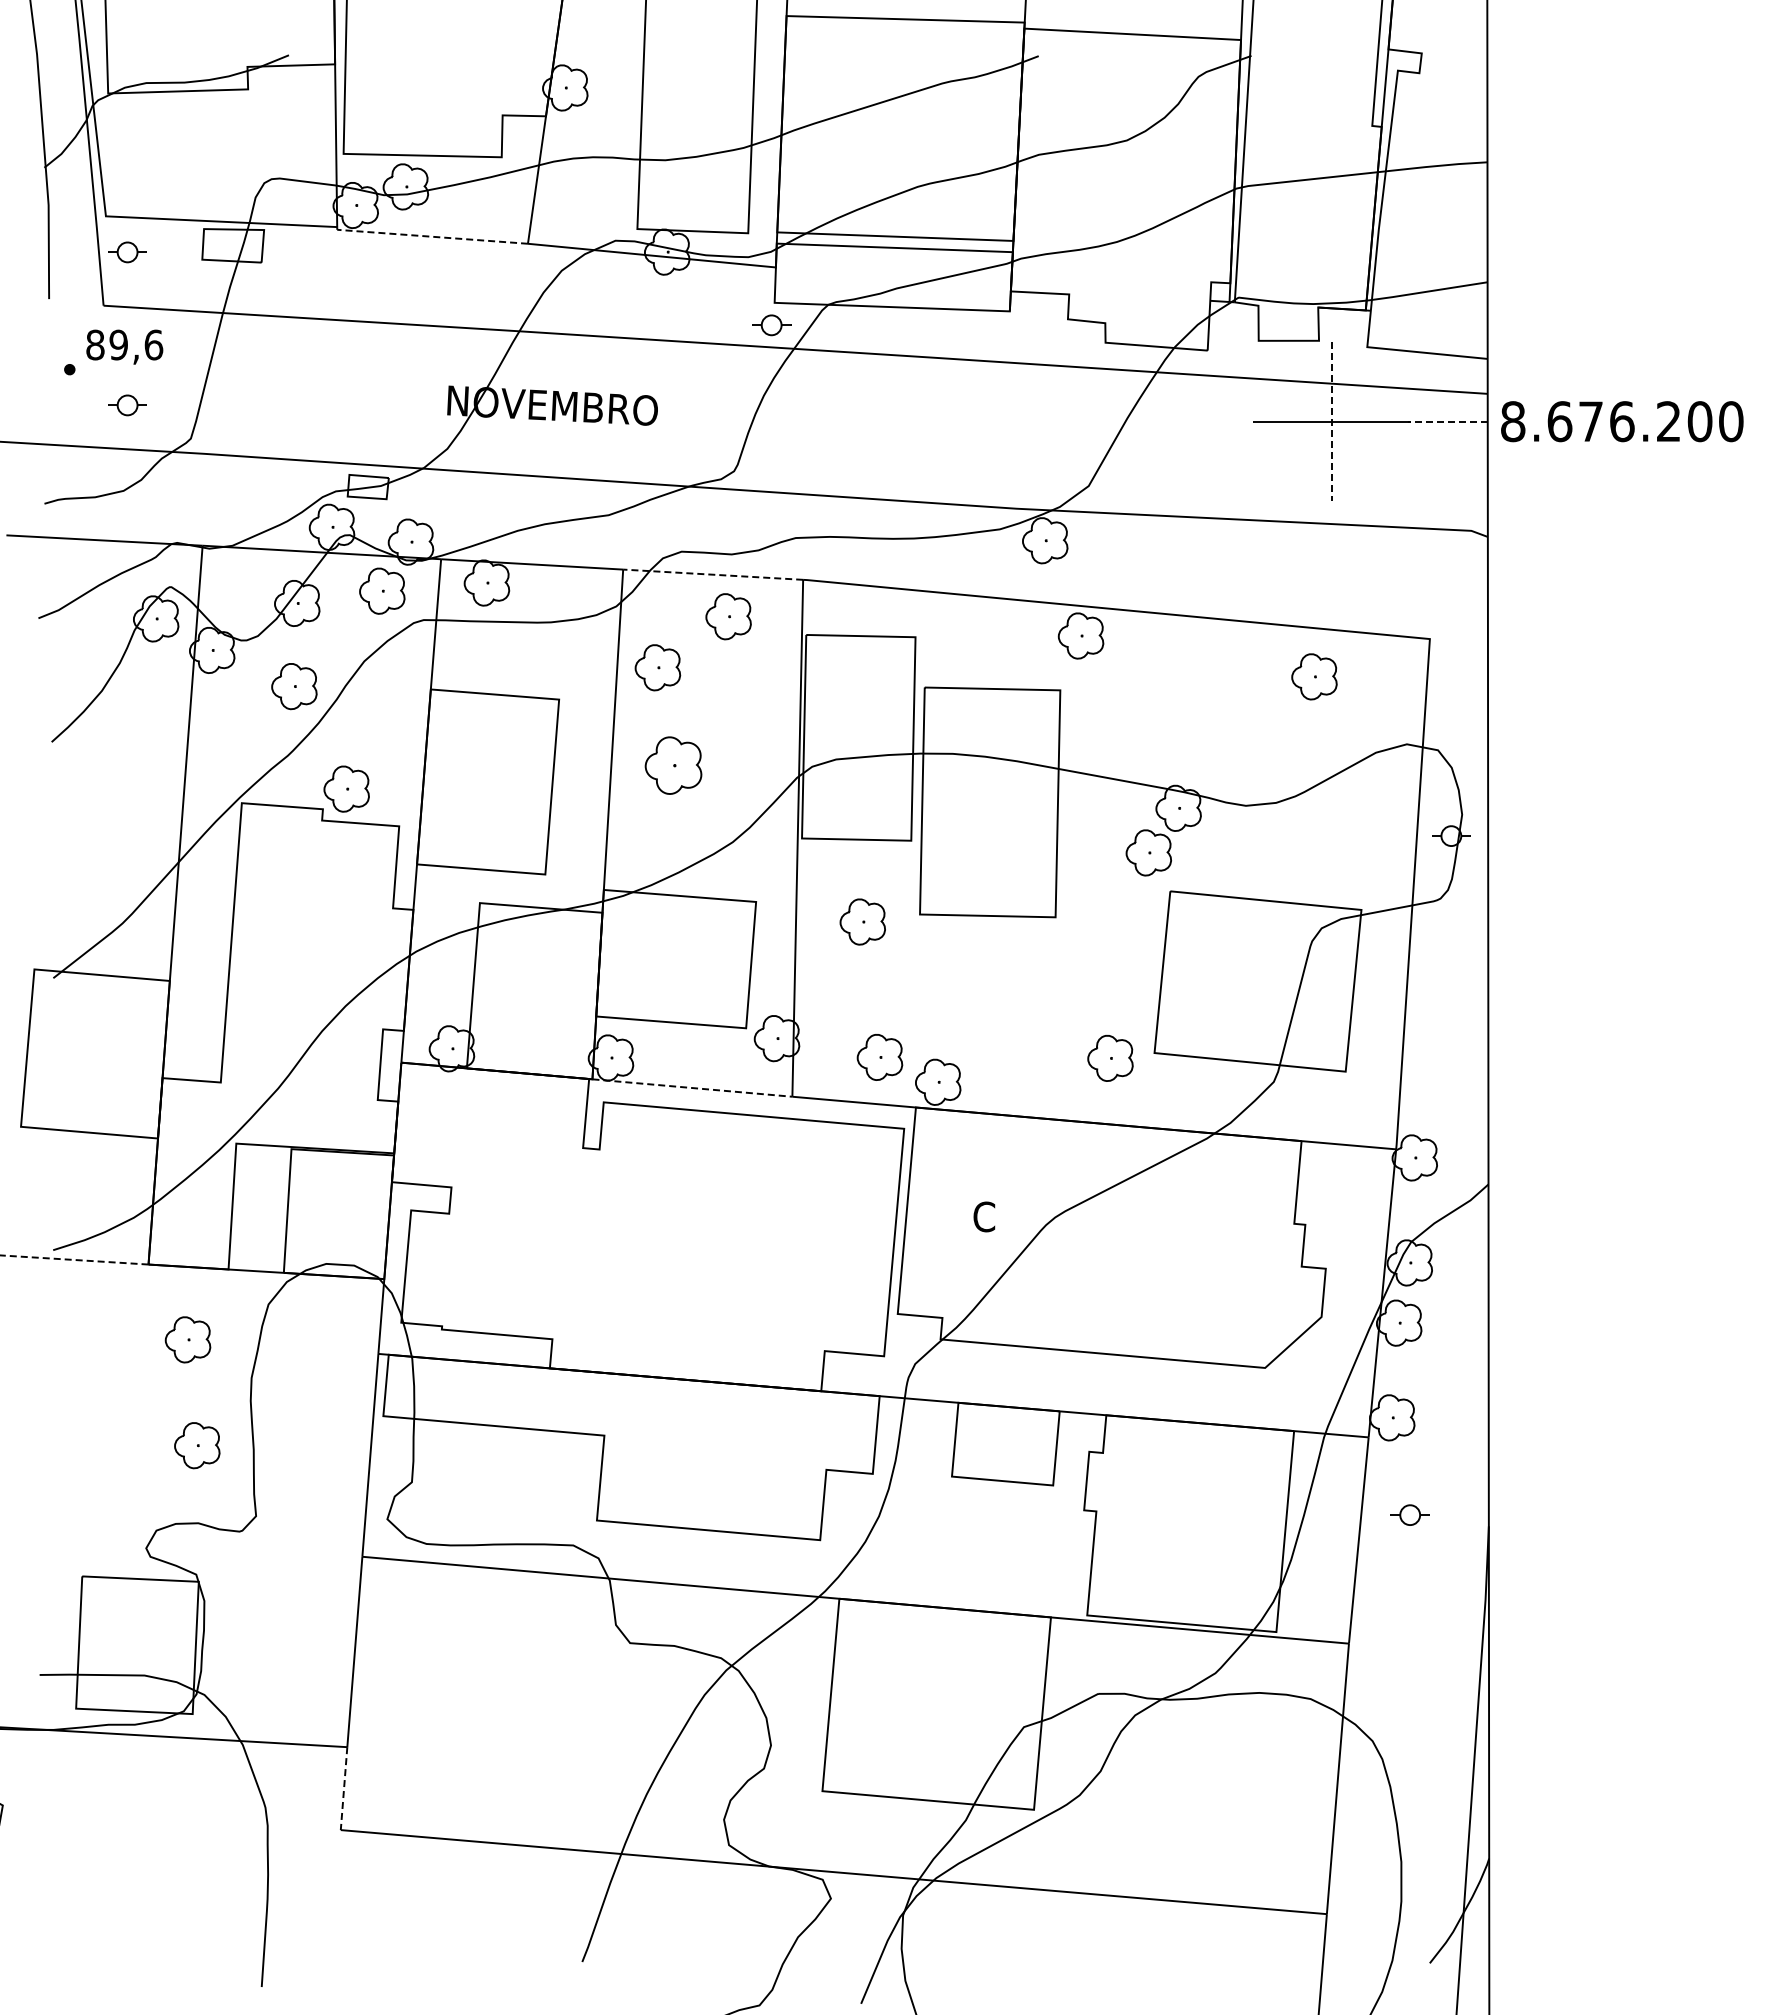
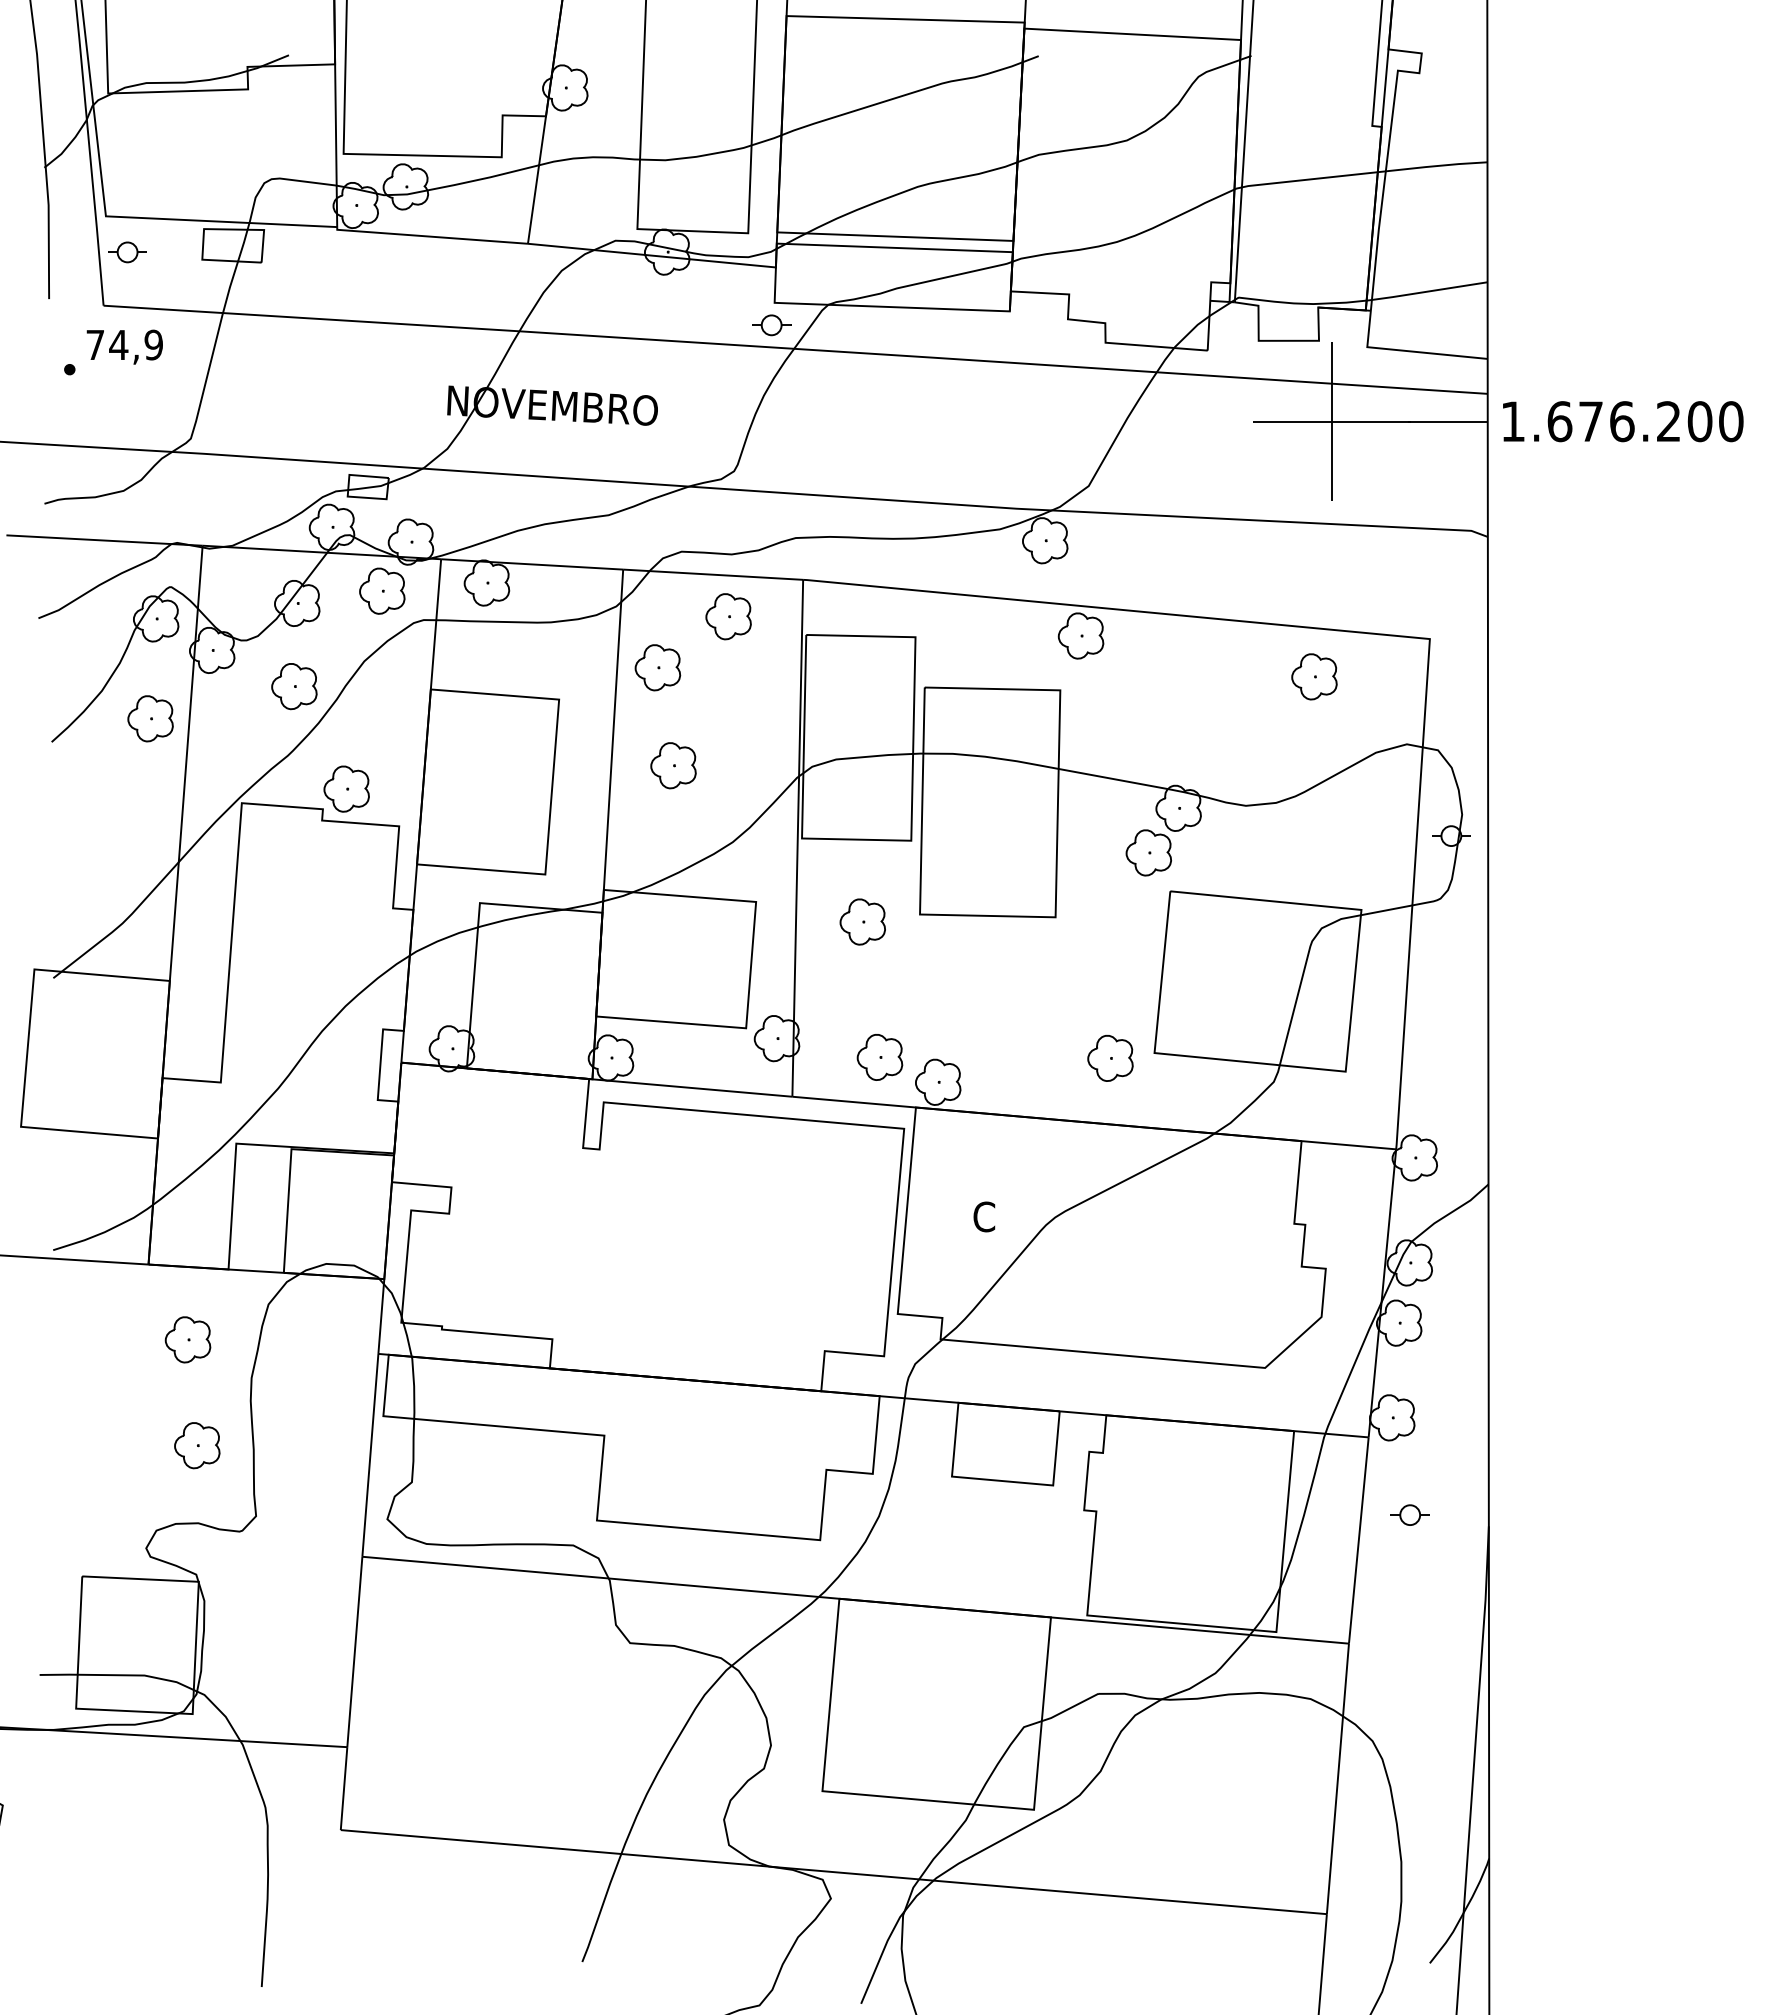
line at (430, 236): dashed -> solid
text at (124, 344): 89,6 -> 74,9
part at (127, 405): present -> none
line at (1448, 421): dashed -> solid
text at (1513, 421): 8.676.200 -> 1.676.200
line at (1332, 422): dashed -> solid
line at (712, 574): dashed -> solid
part at (150, 718): none -> present
part at (673, 765) size: 59x59 px -> 47x48 px
line at (692, 1088): dashed -> solid
line at (73, 1259): dashed -> solid
line at (344, 1788): dashed -> solid
